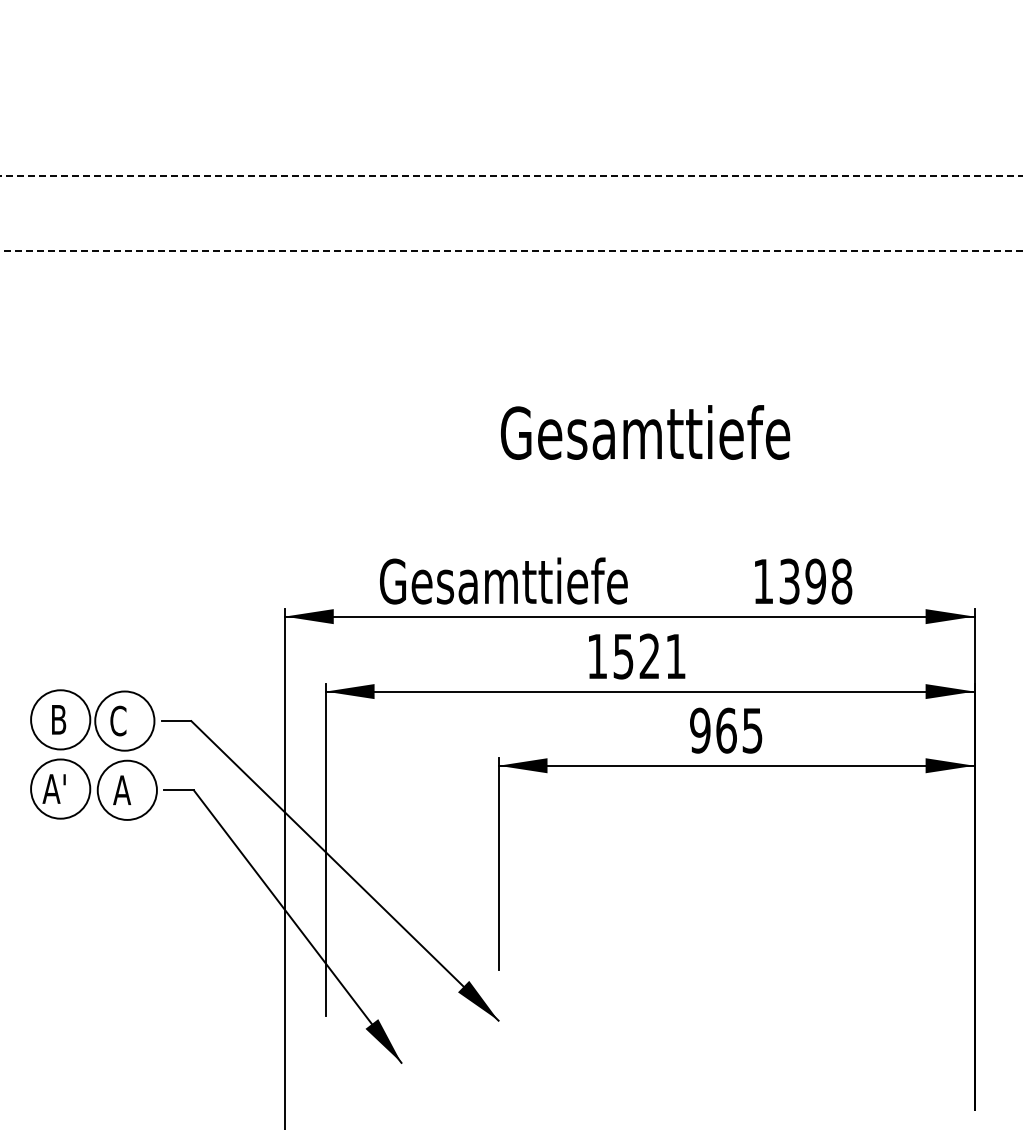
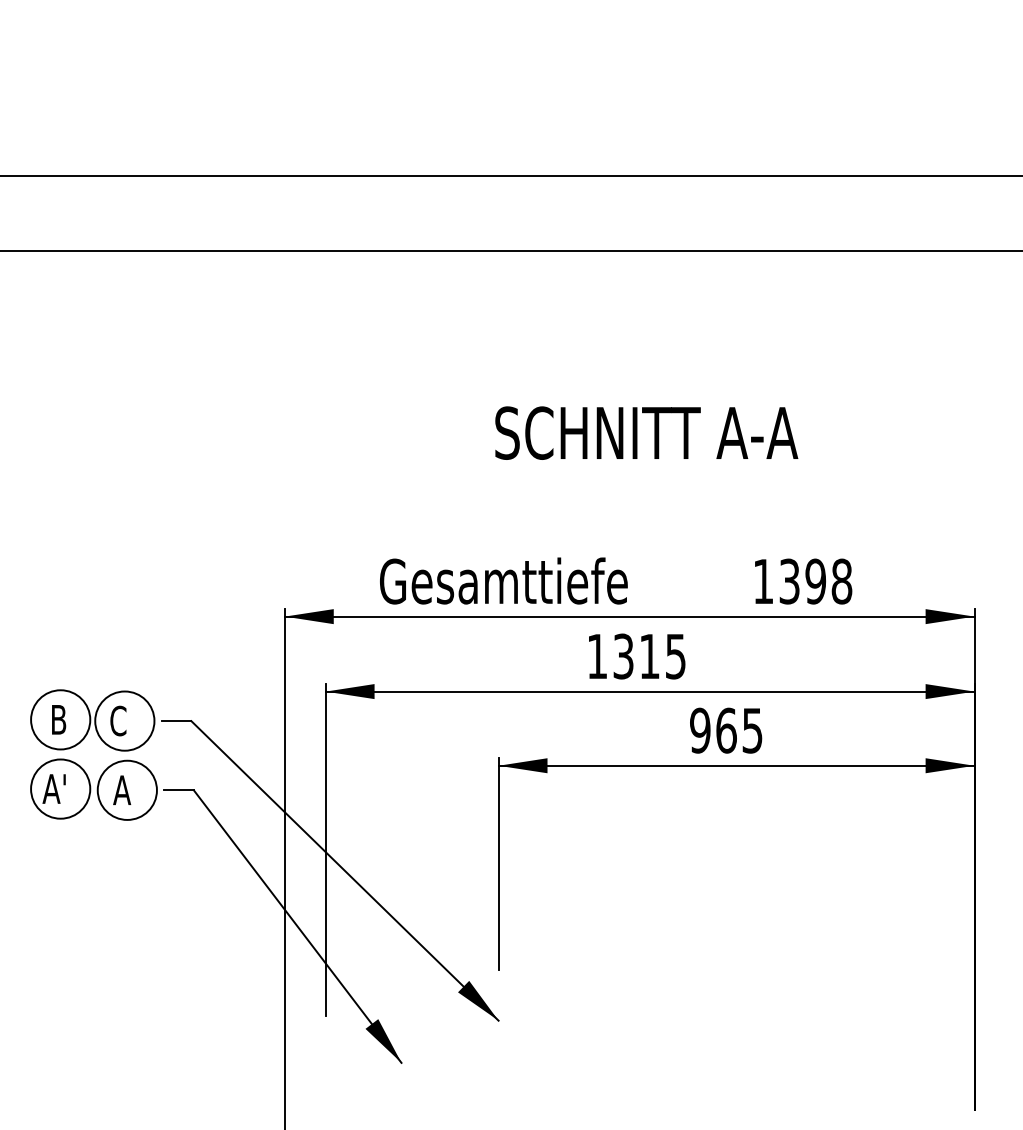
line at (511, 176): dashed -> solid
line at (511, 250): dashed -> solid
text at (646, 432): Gesamttiefe -> SCHNITT A-A
text at (649, 656): 1521 -> 1315
